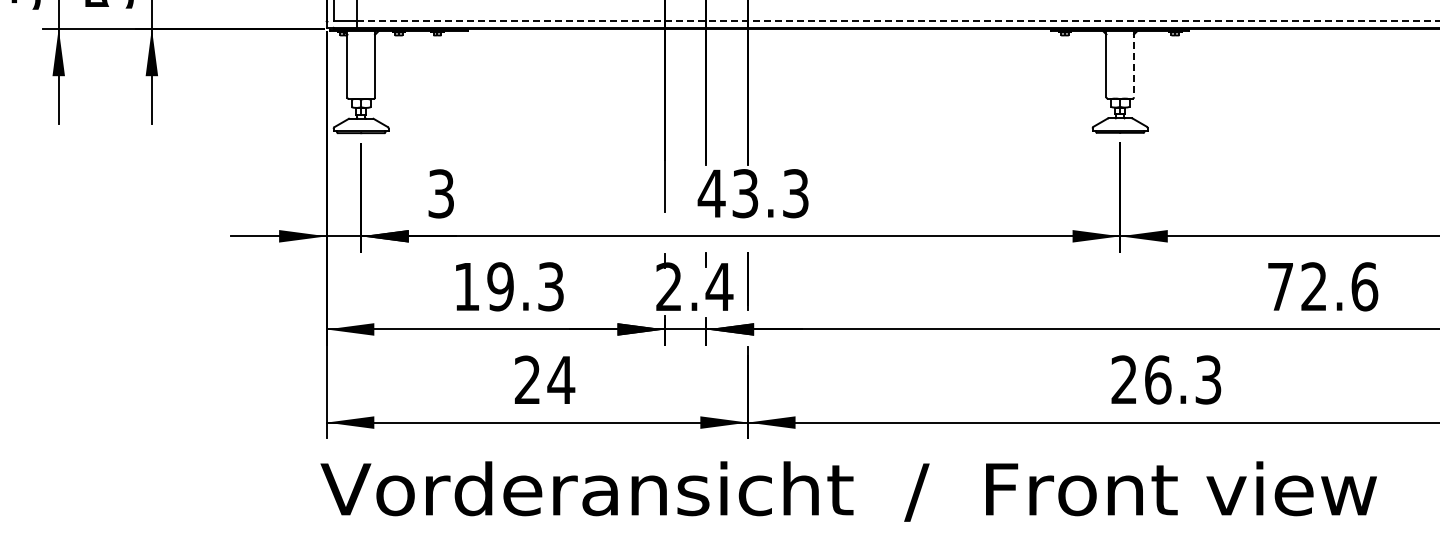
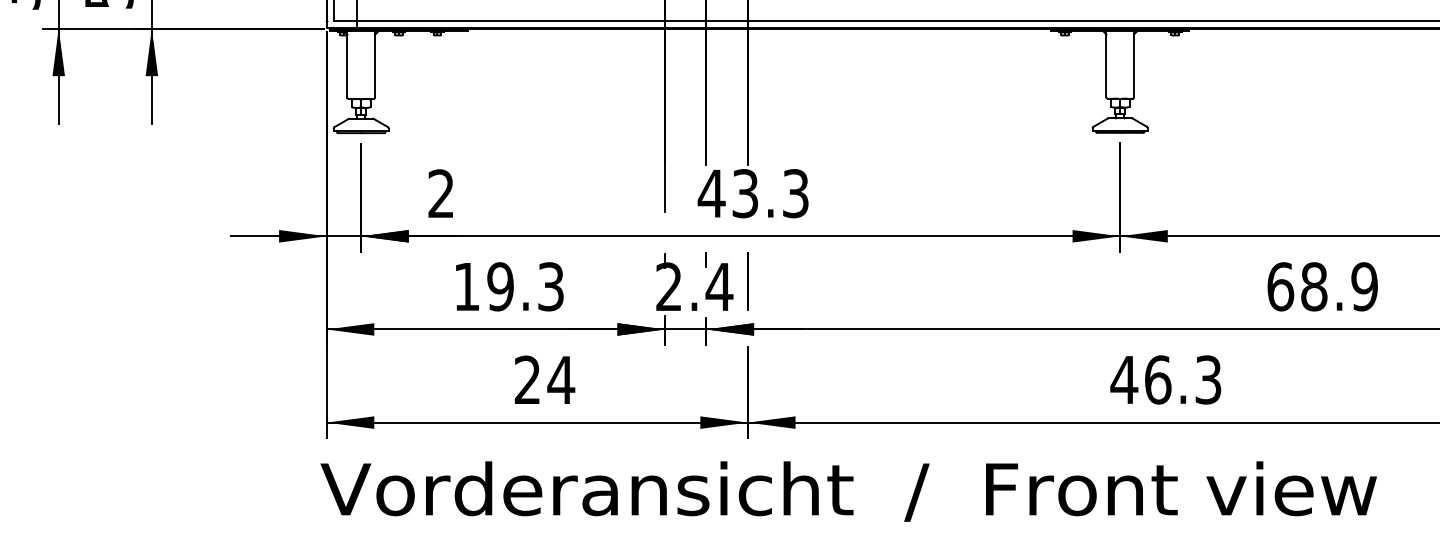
line at (898, 21): dashed -> solid
line at (1134, 64): dashed -> solid
text at (440, 193): 3 -> 2
text at (1322, 286): 72.6 -> 68.9
text at (1124, 379): 26.3 -> 46.3
